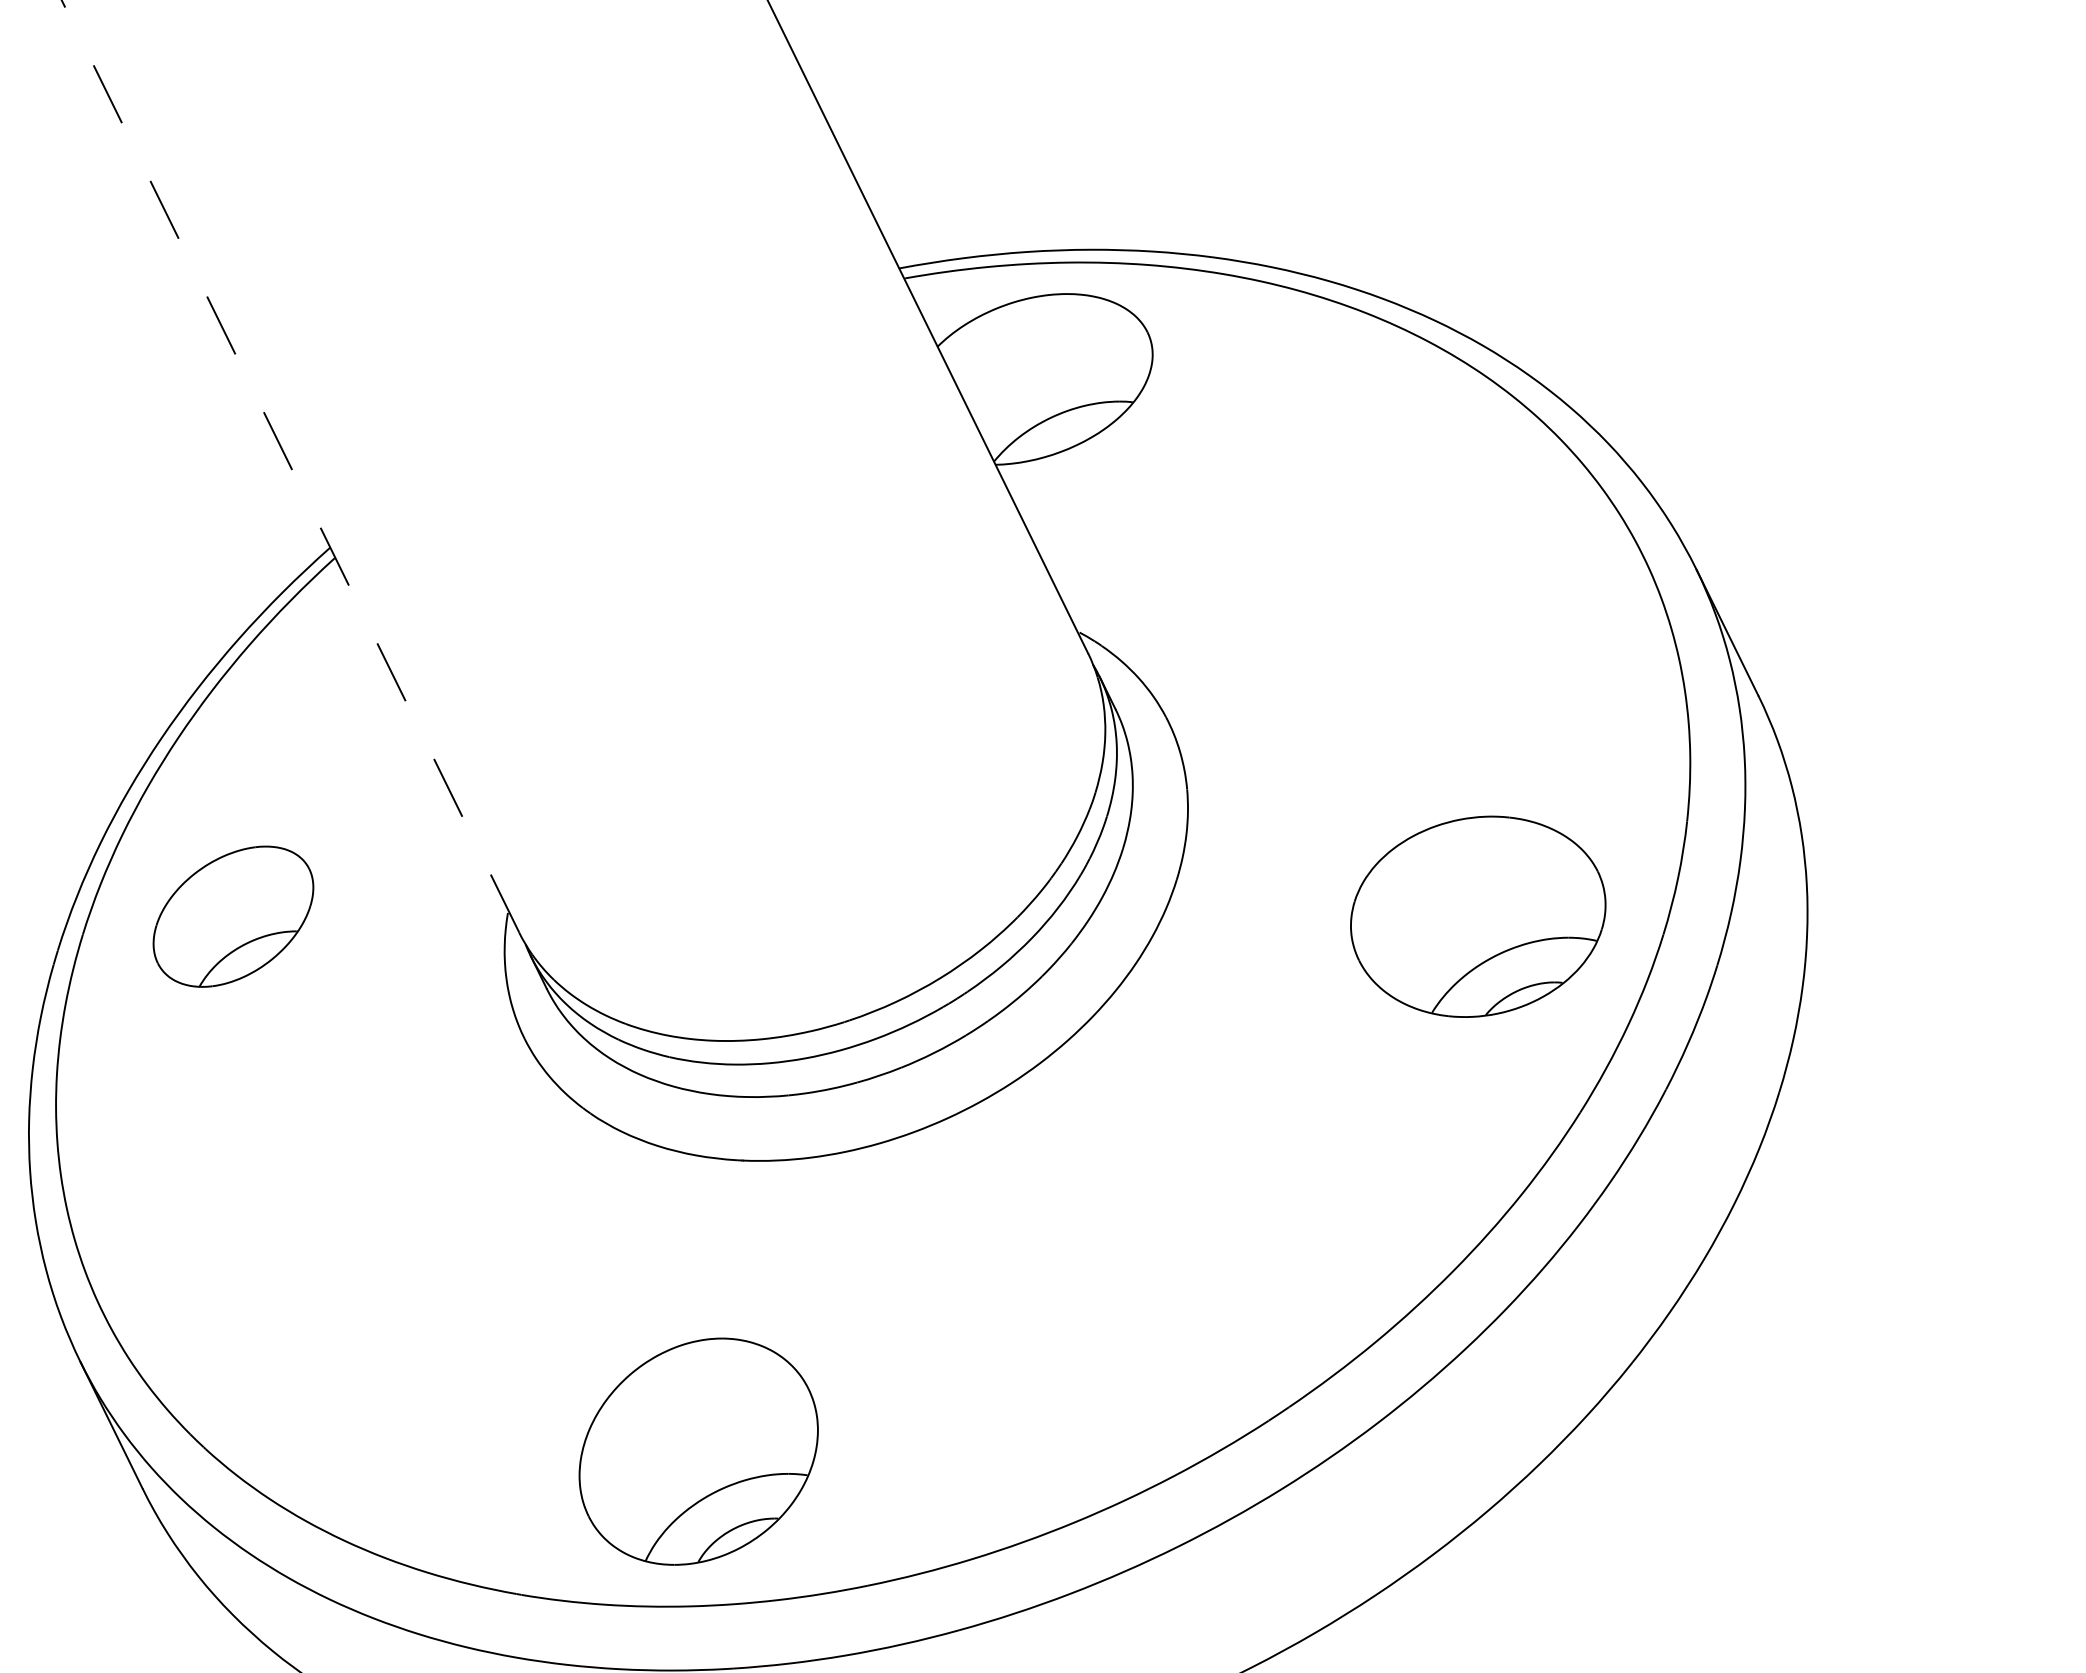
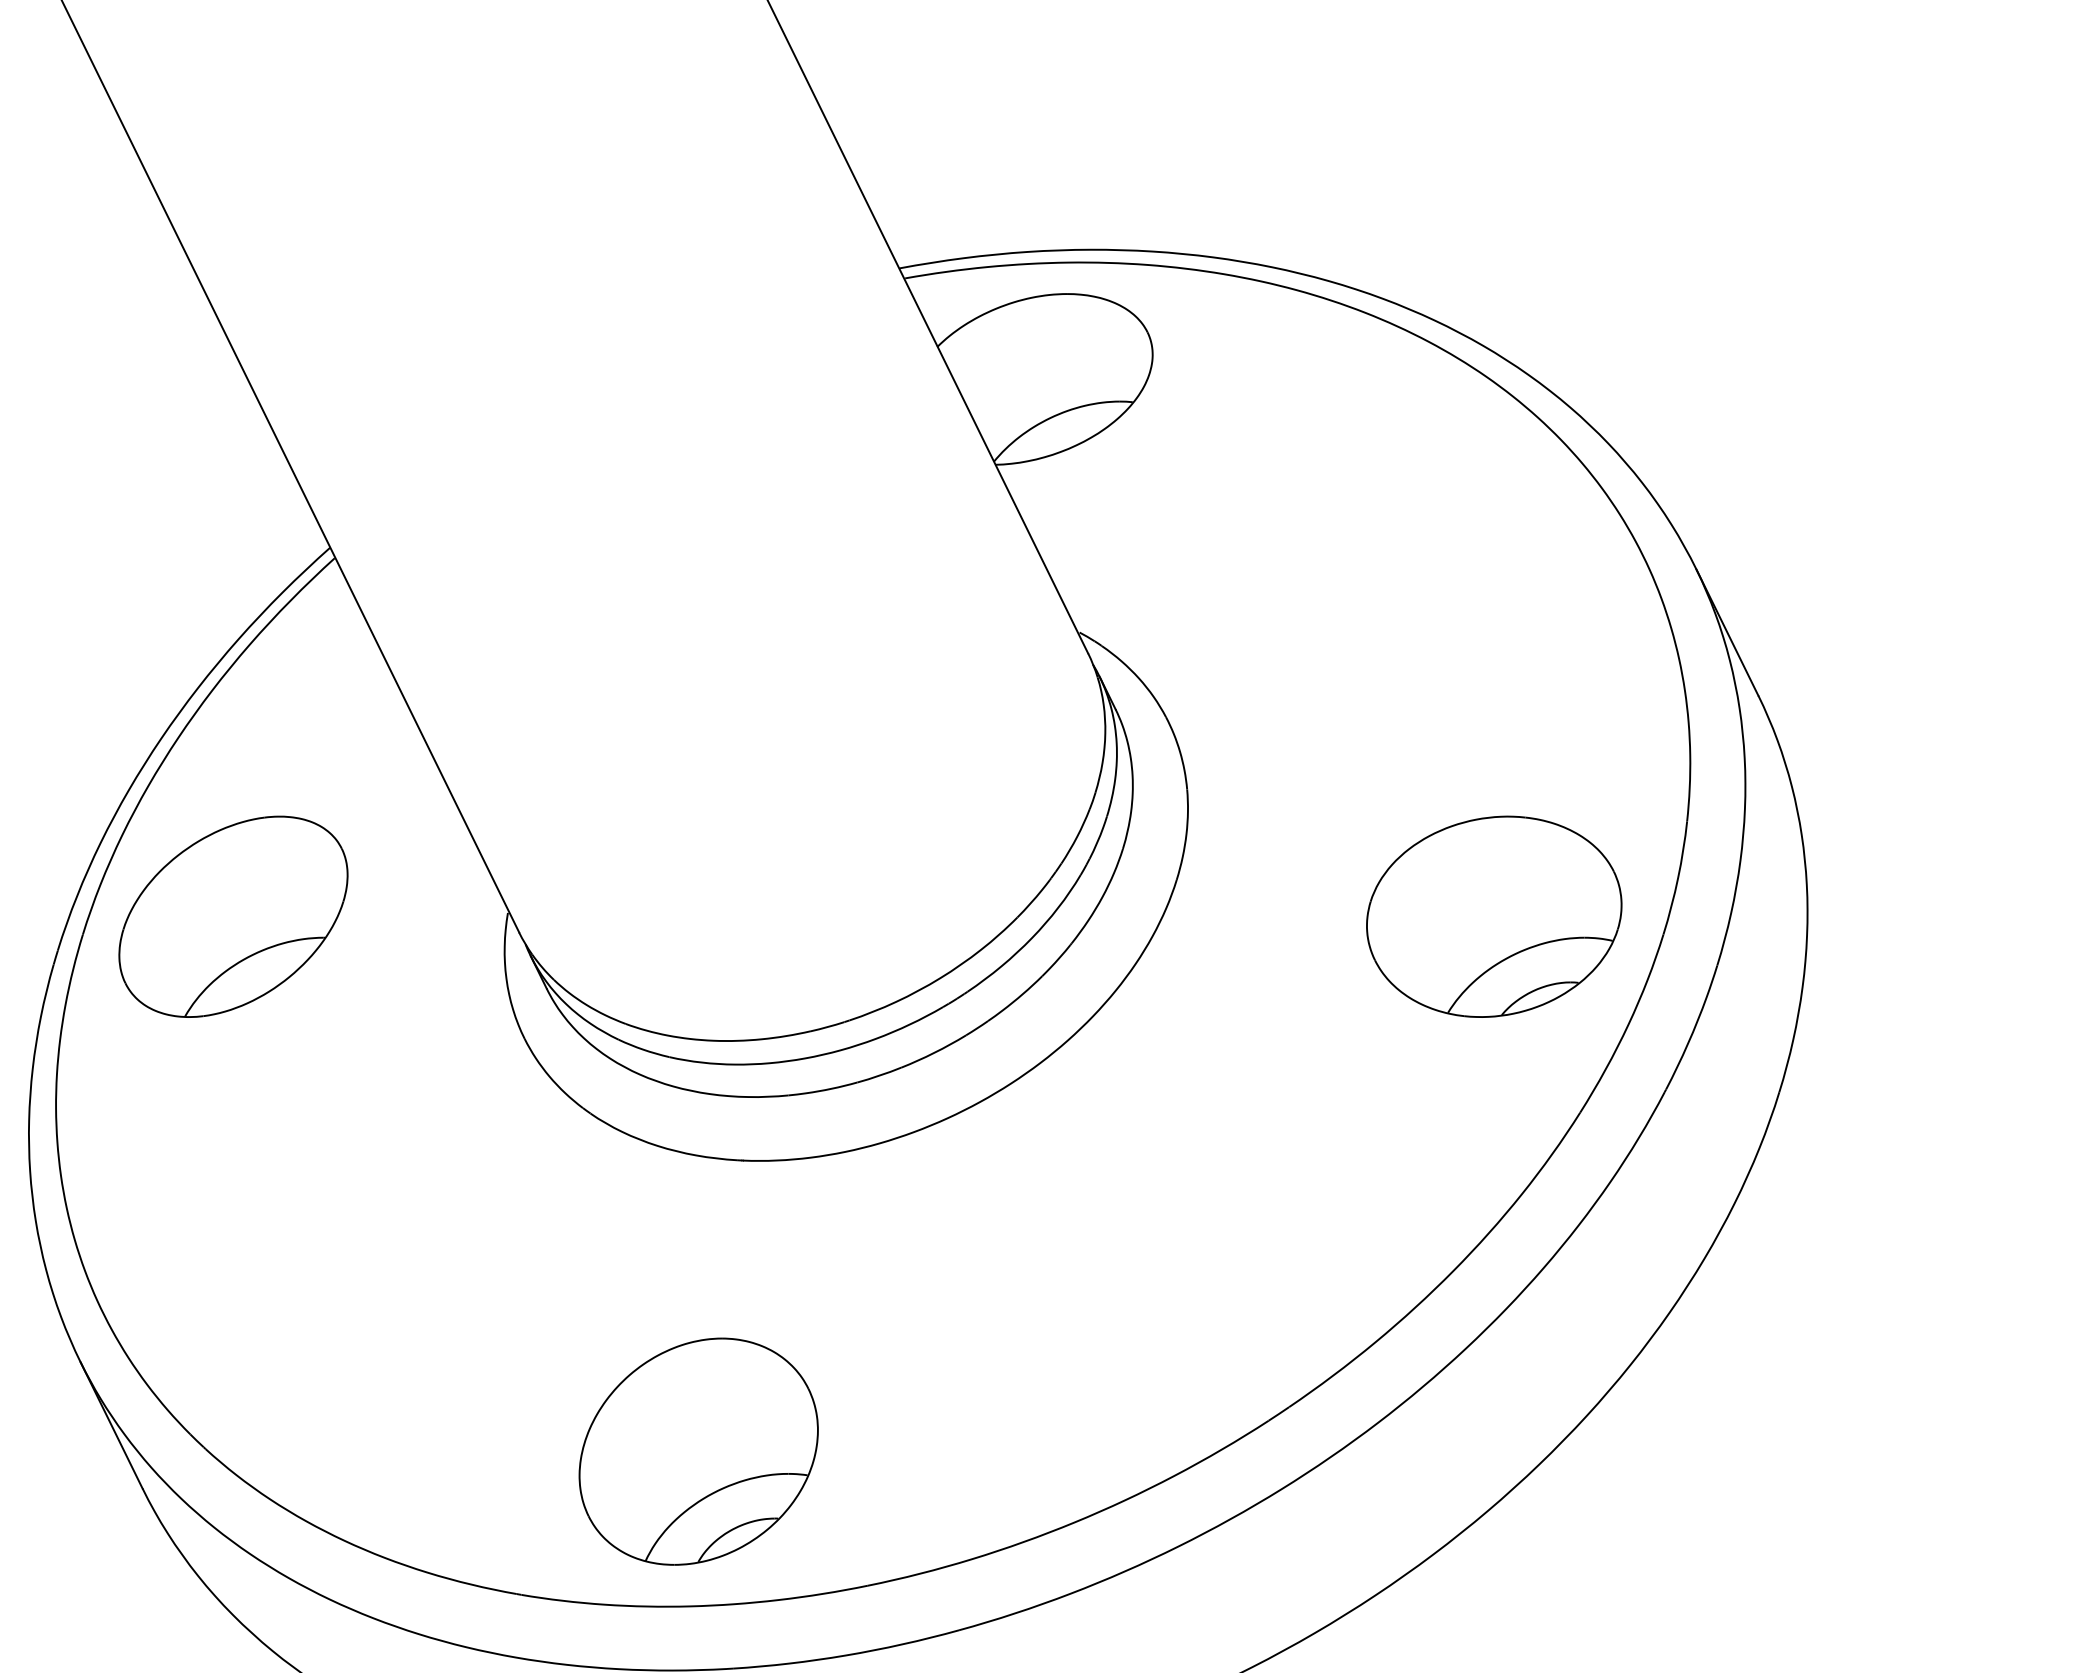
line at (290, 466): dashed -> solid
part at (233, 916) size: 163x143 px -> 231x203 px
part at (1478, 916) position: (1478, 916) -> (1494, 916)
